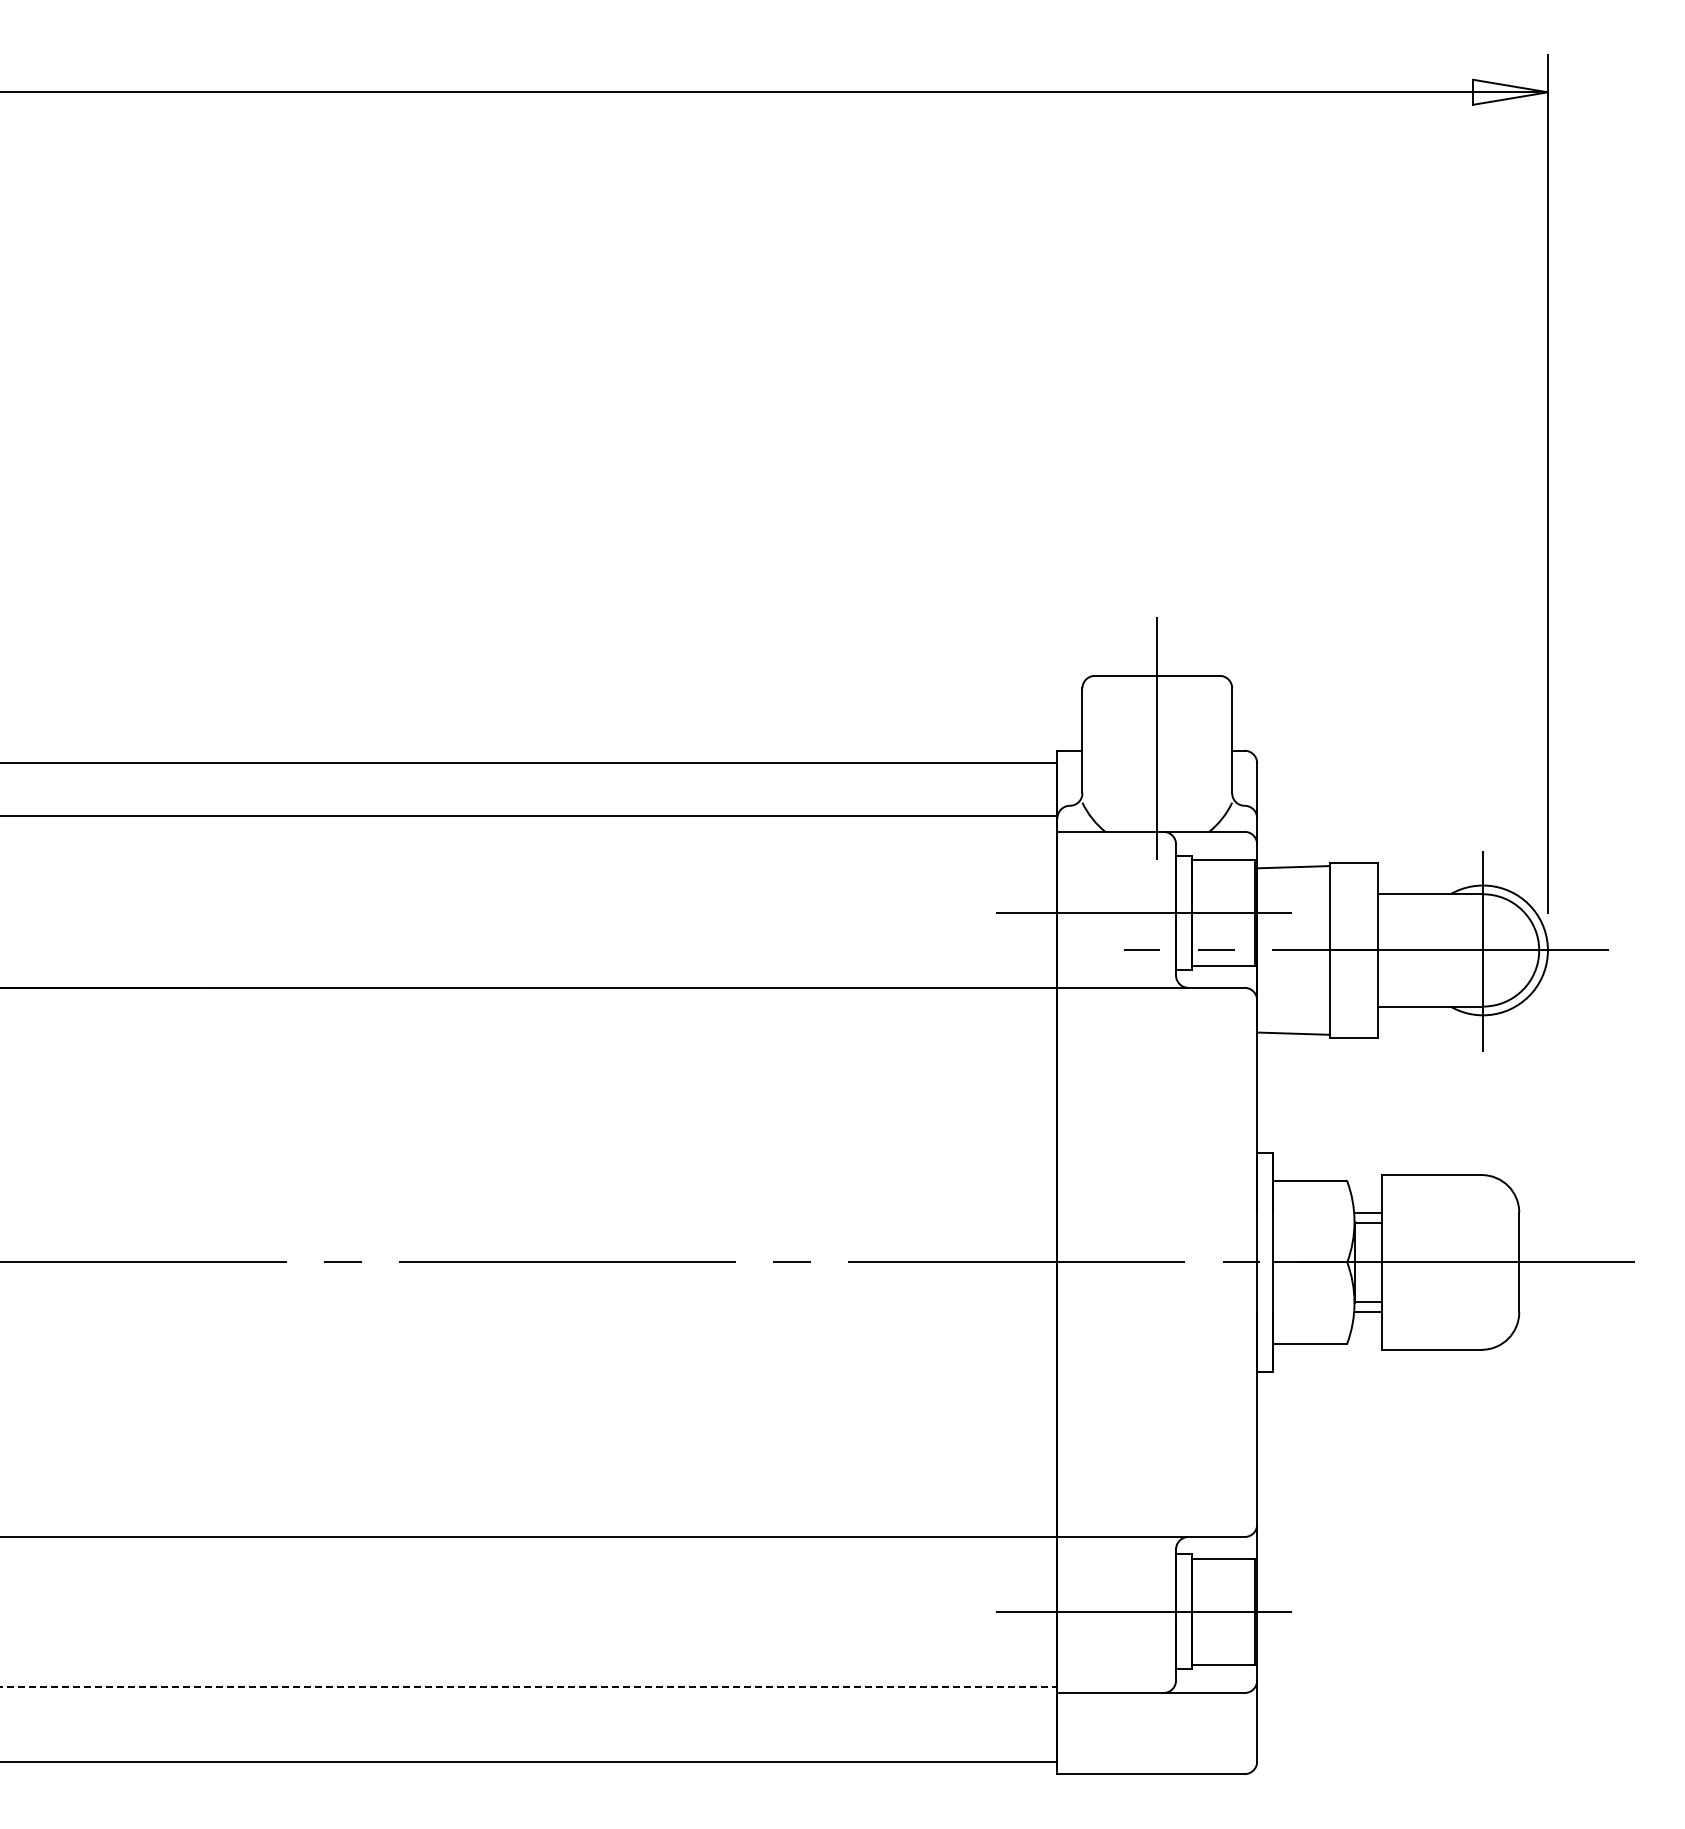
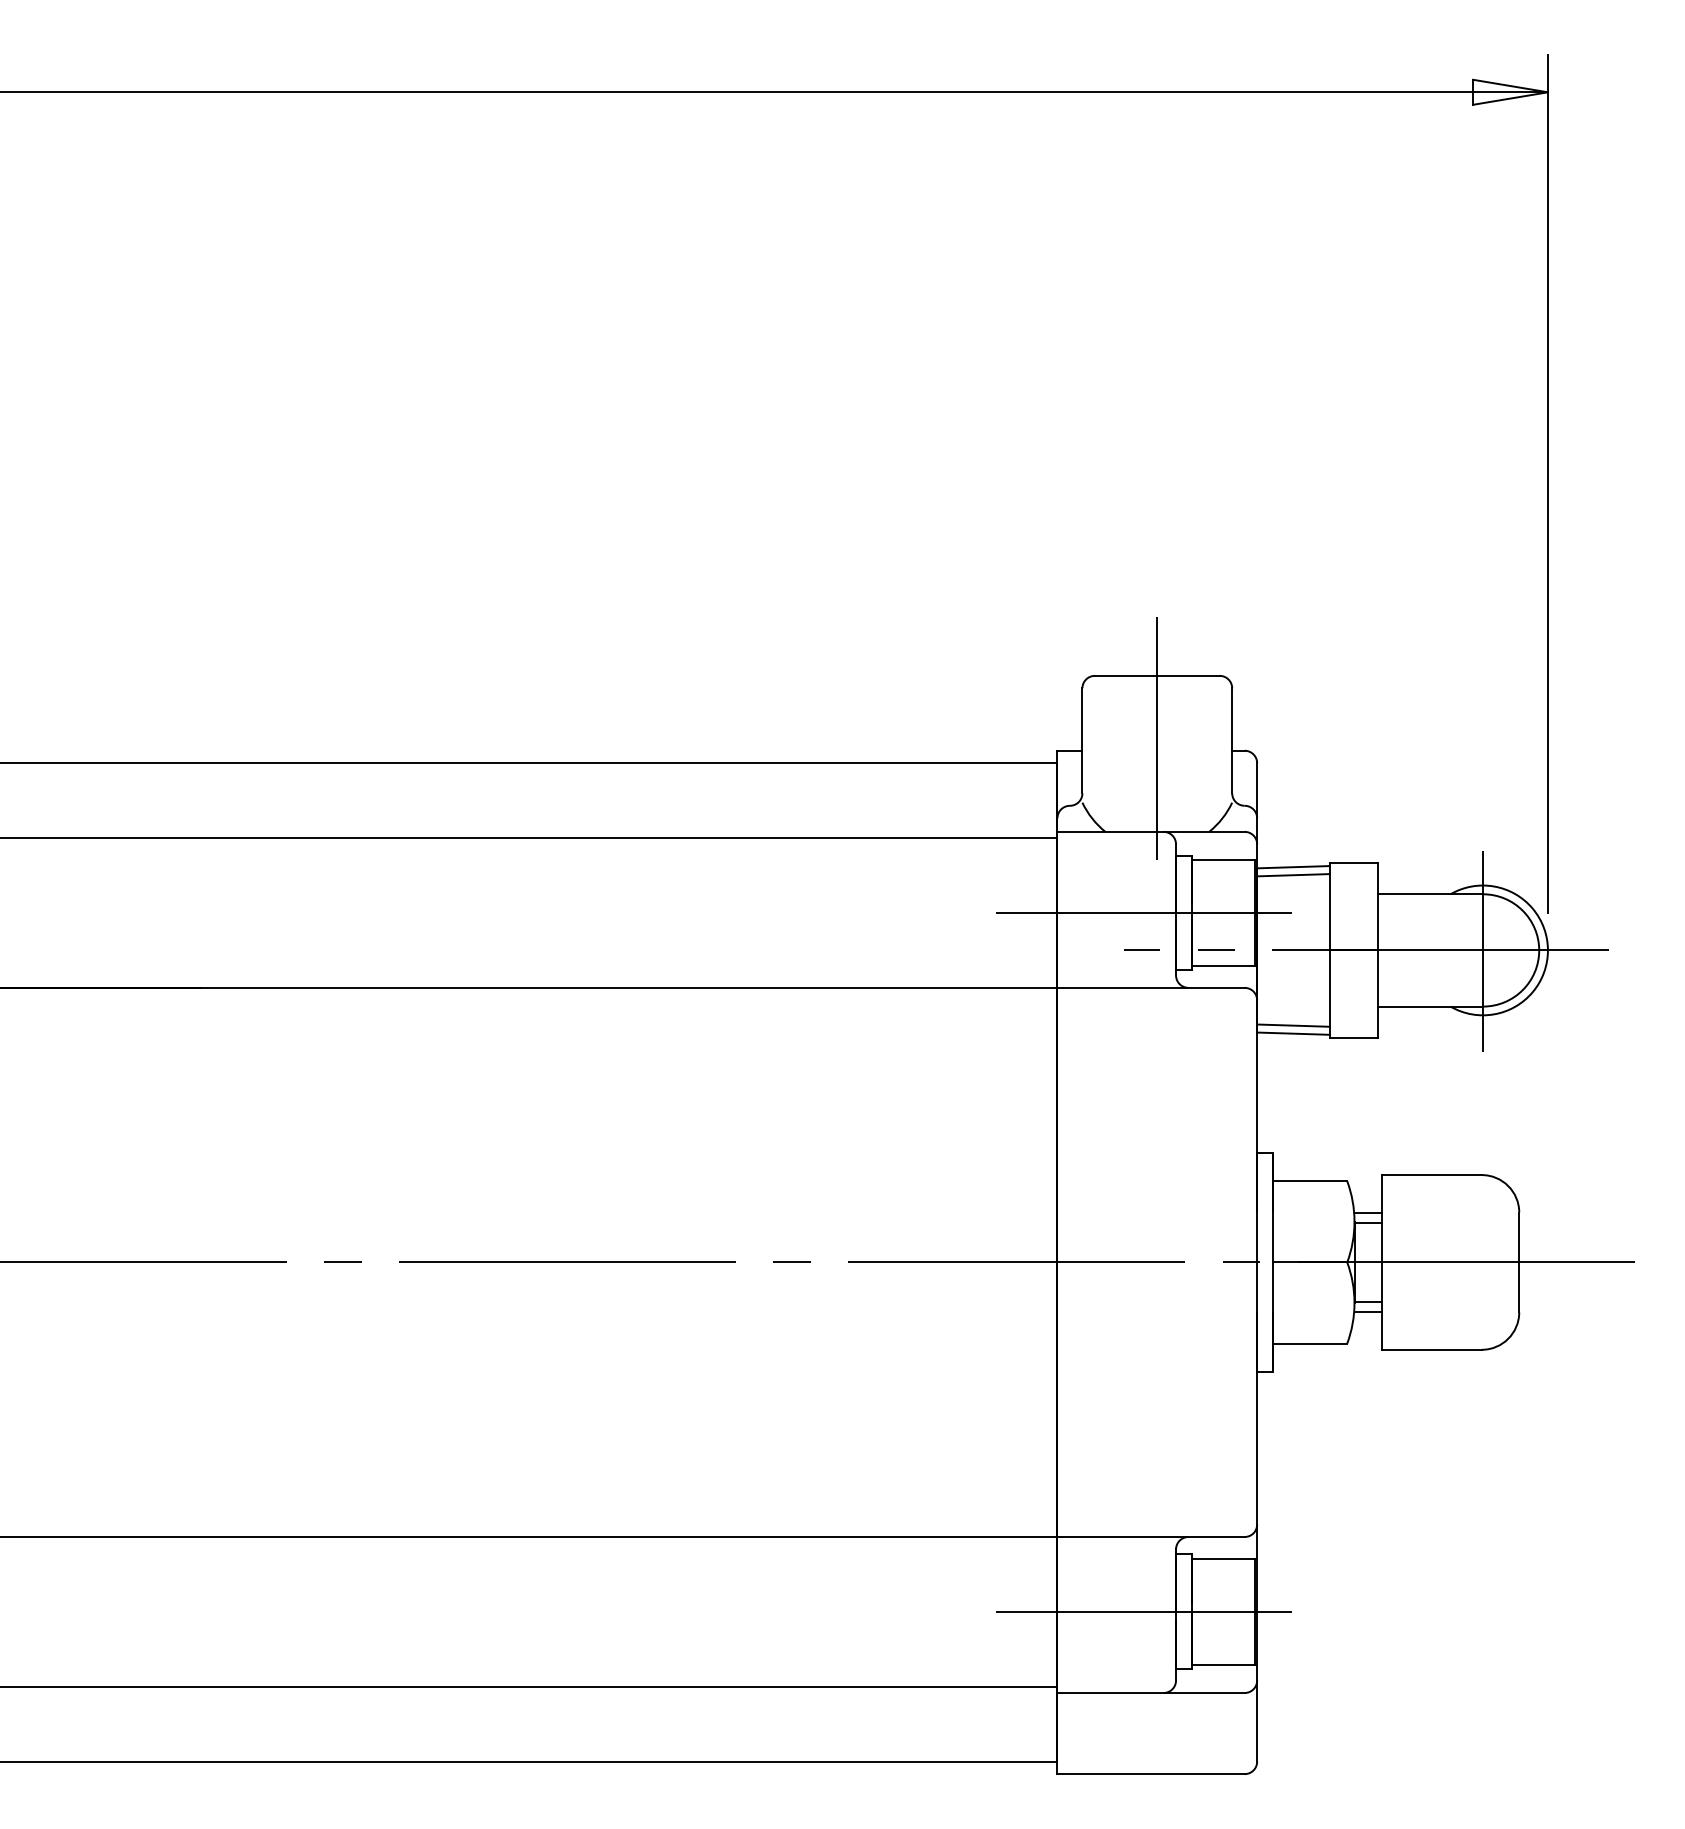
line at (529, 816) position: (529, 816) -> (529, 838)
line at (1293, 875): none -> present
line at (1293, 1025): none -> present
line at (529, 1686): dashed -> solid
